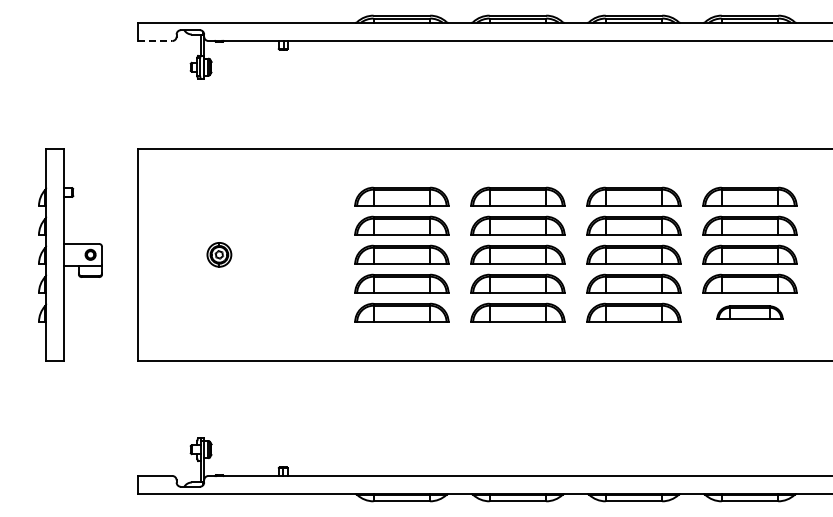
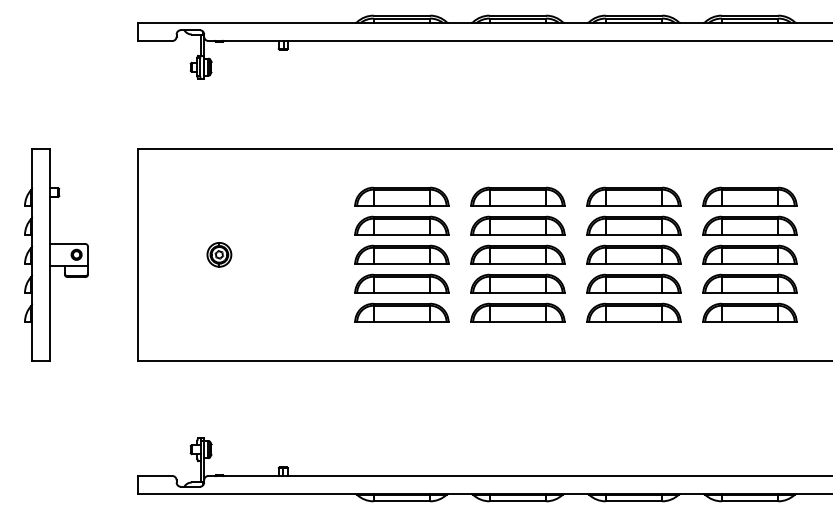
line at (155, 41): dashed -> solid
part at (70, 254) position: (70, 254) -> (56, 254)
part at (749, 312) size: 68x15 px -> 96x21 px
